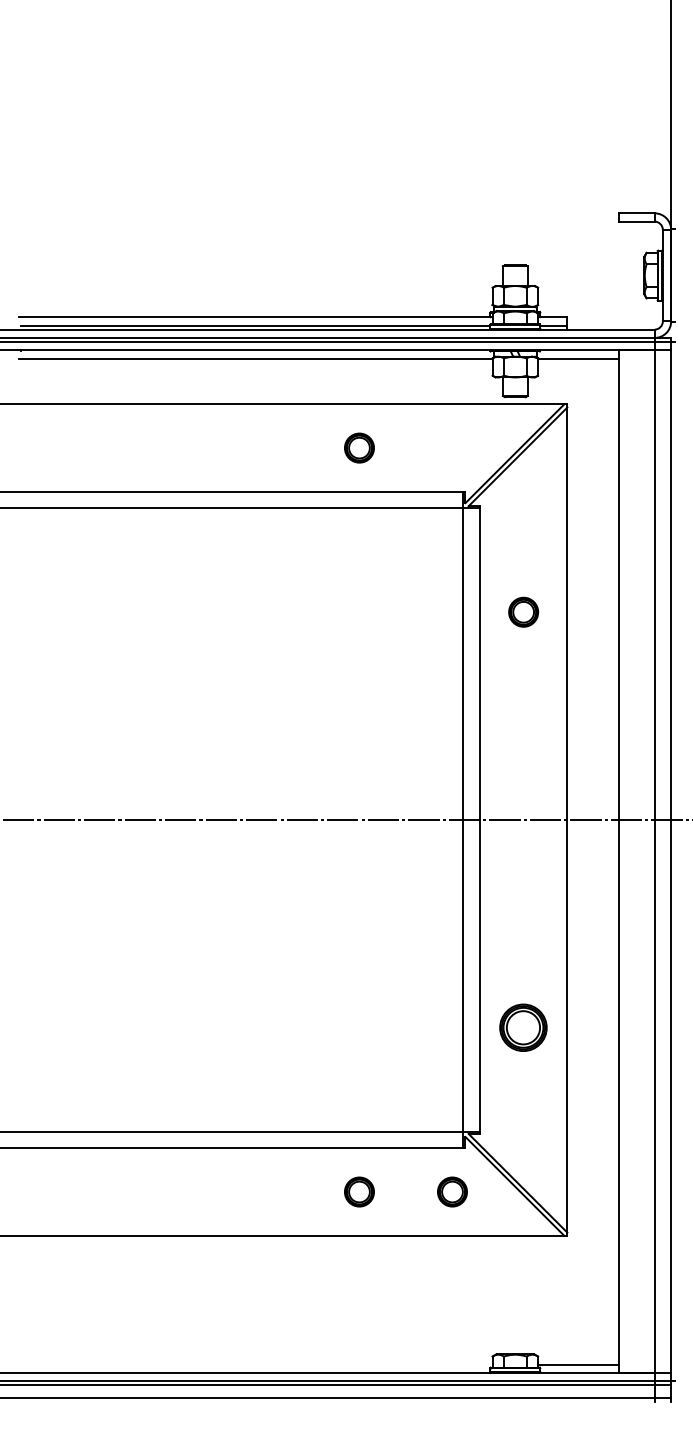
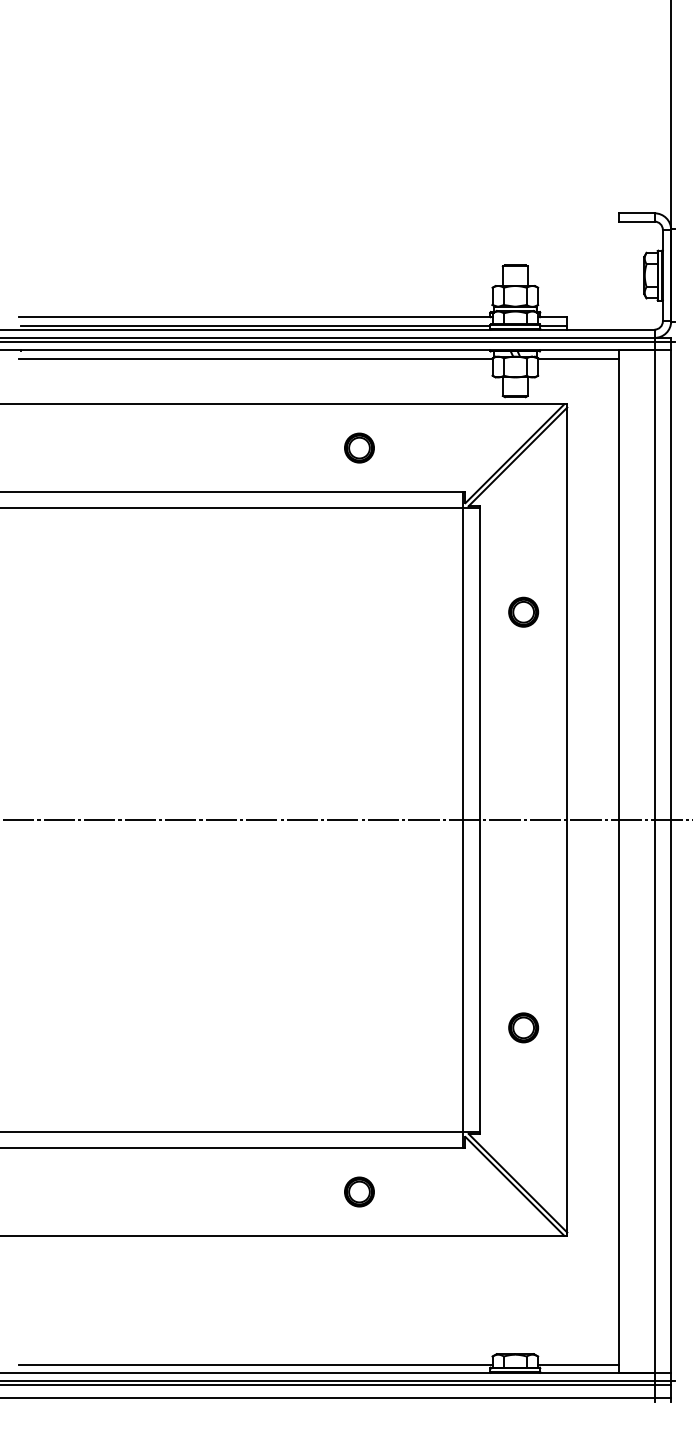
part at (523, 1027) size: 49x49 px -> 32x32 px
part at (452, 1191): present -> none
line at (255, 1364): none -> present
